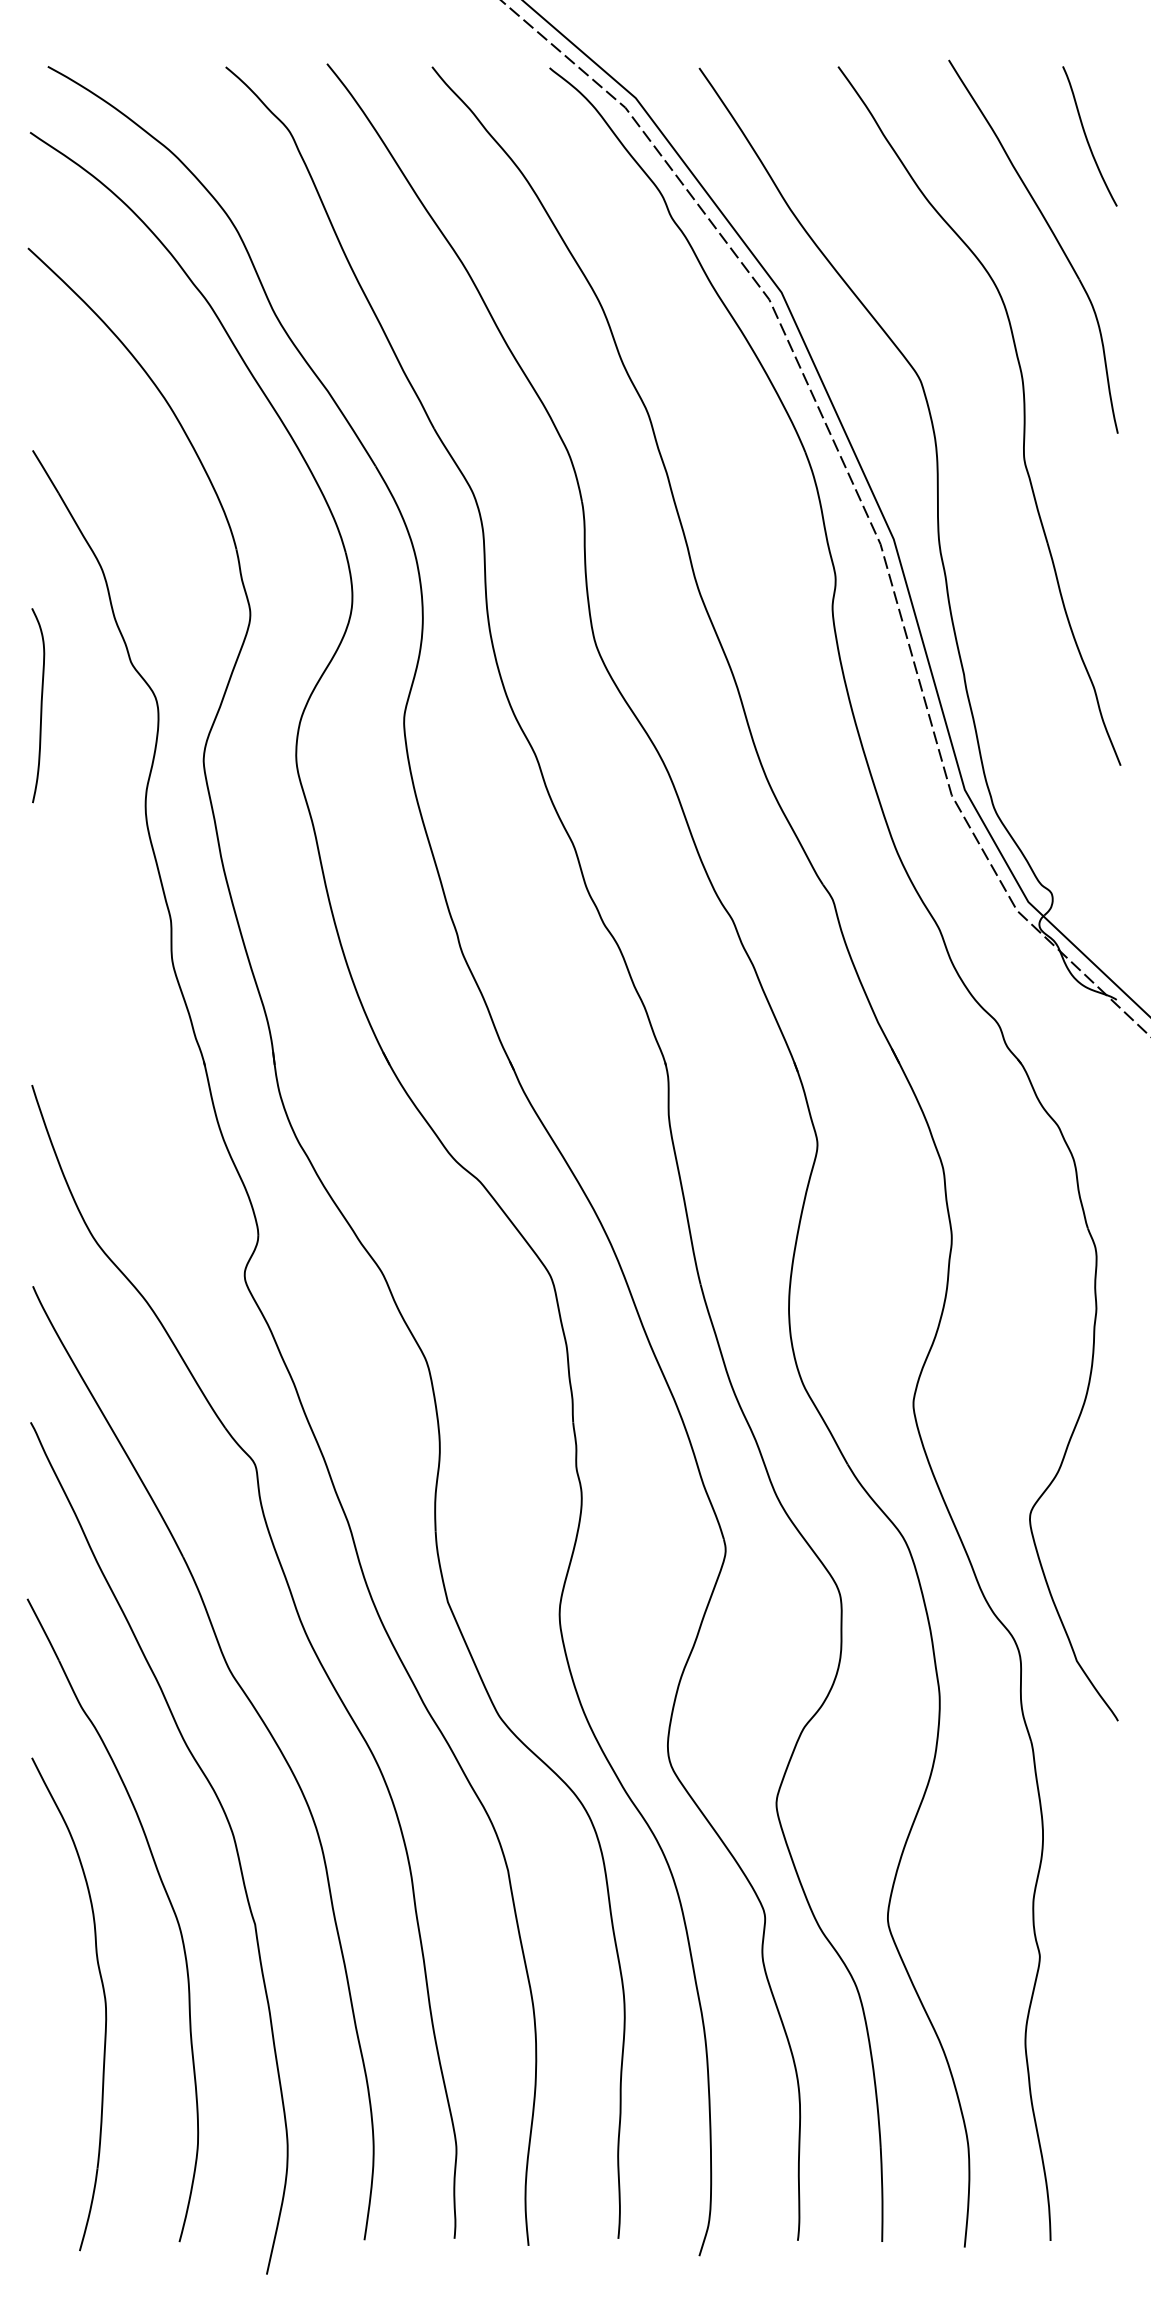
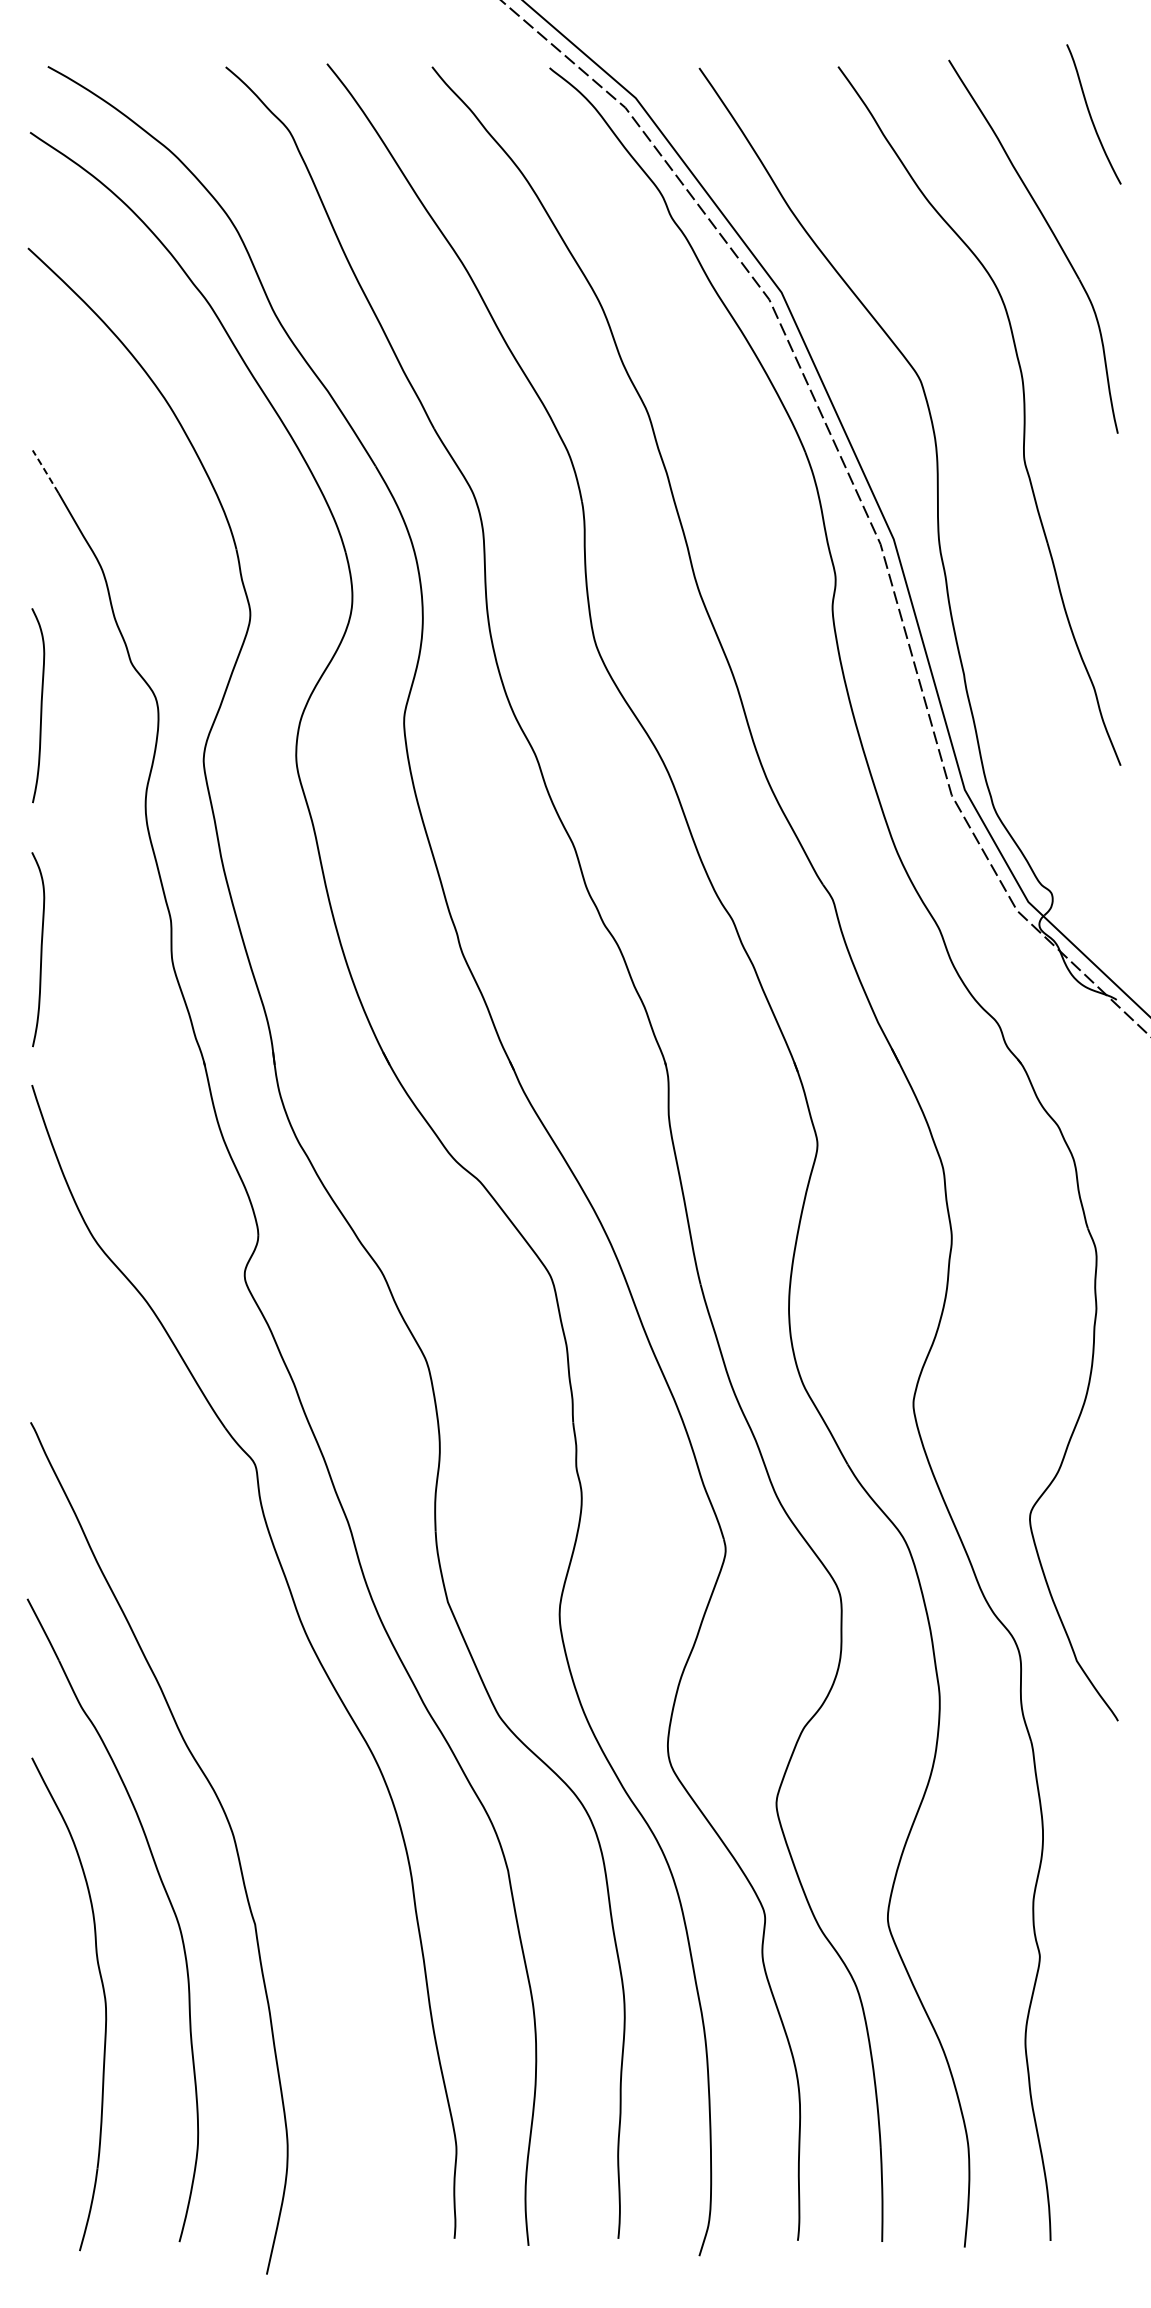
curve at (1087, 137) position: (1087, 137) -> (1091, 115)
line at (45, 471): solid -> dashed
curve at (40, 949): none -> present
part at (263, 1724): present -> none
